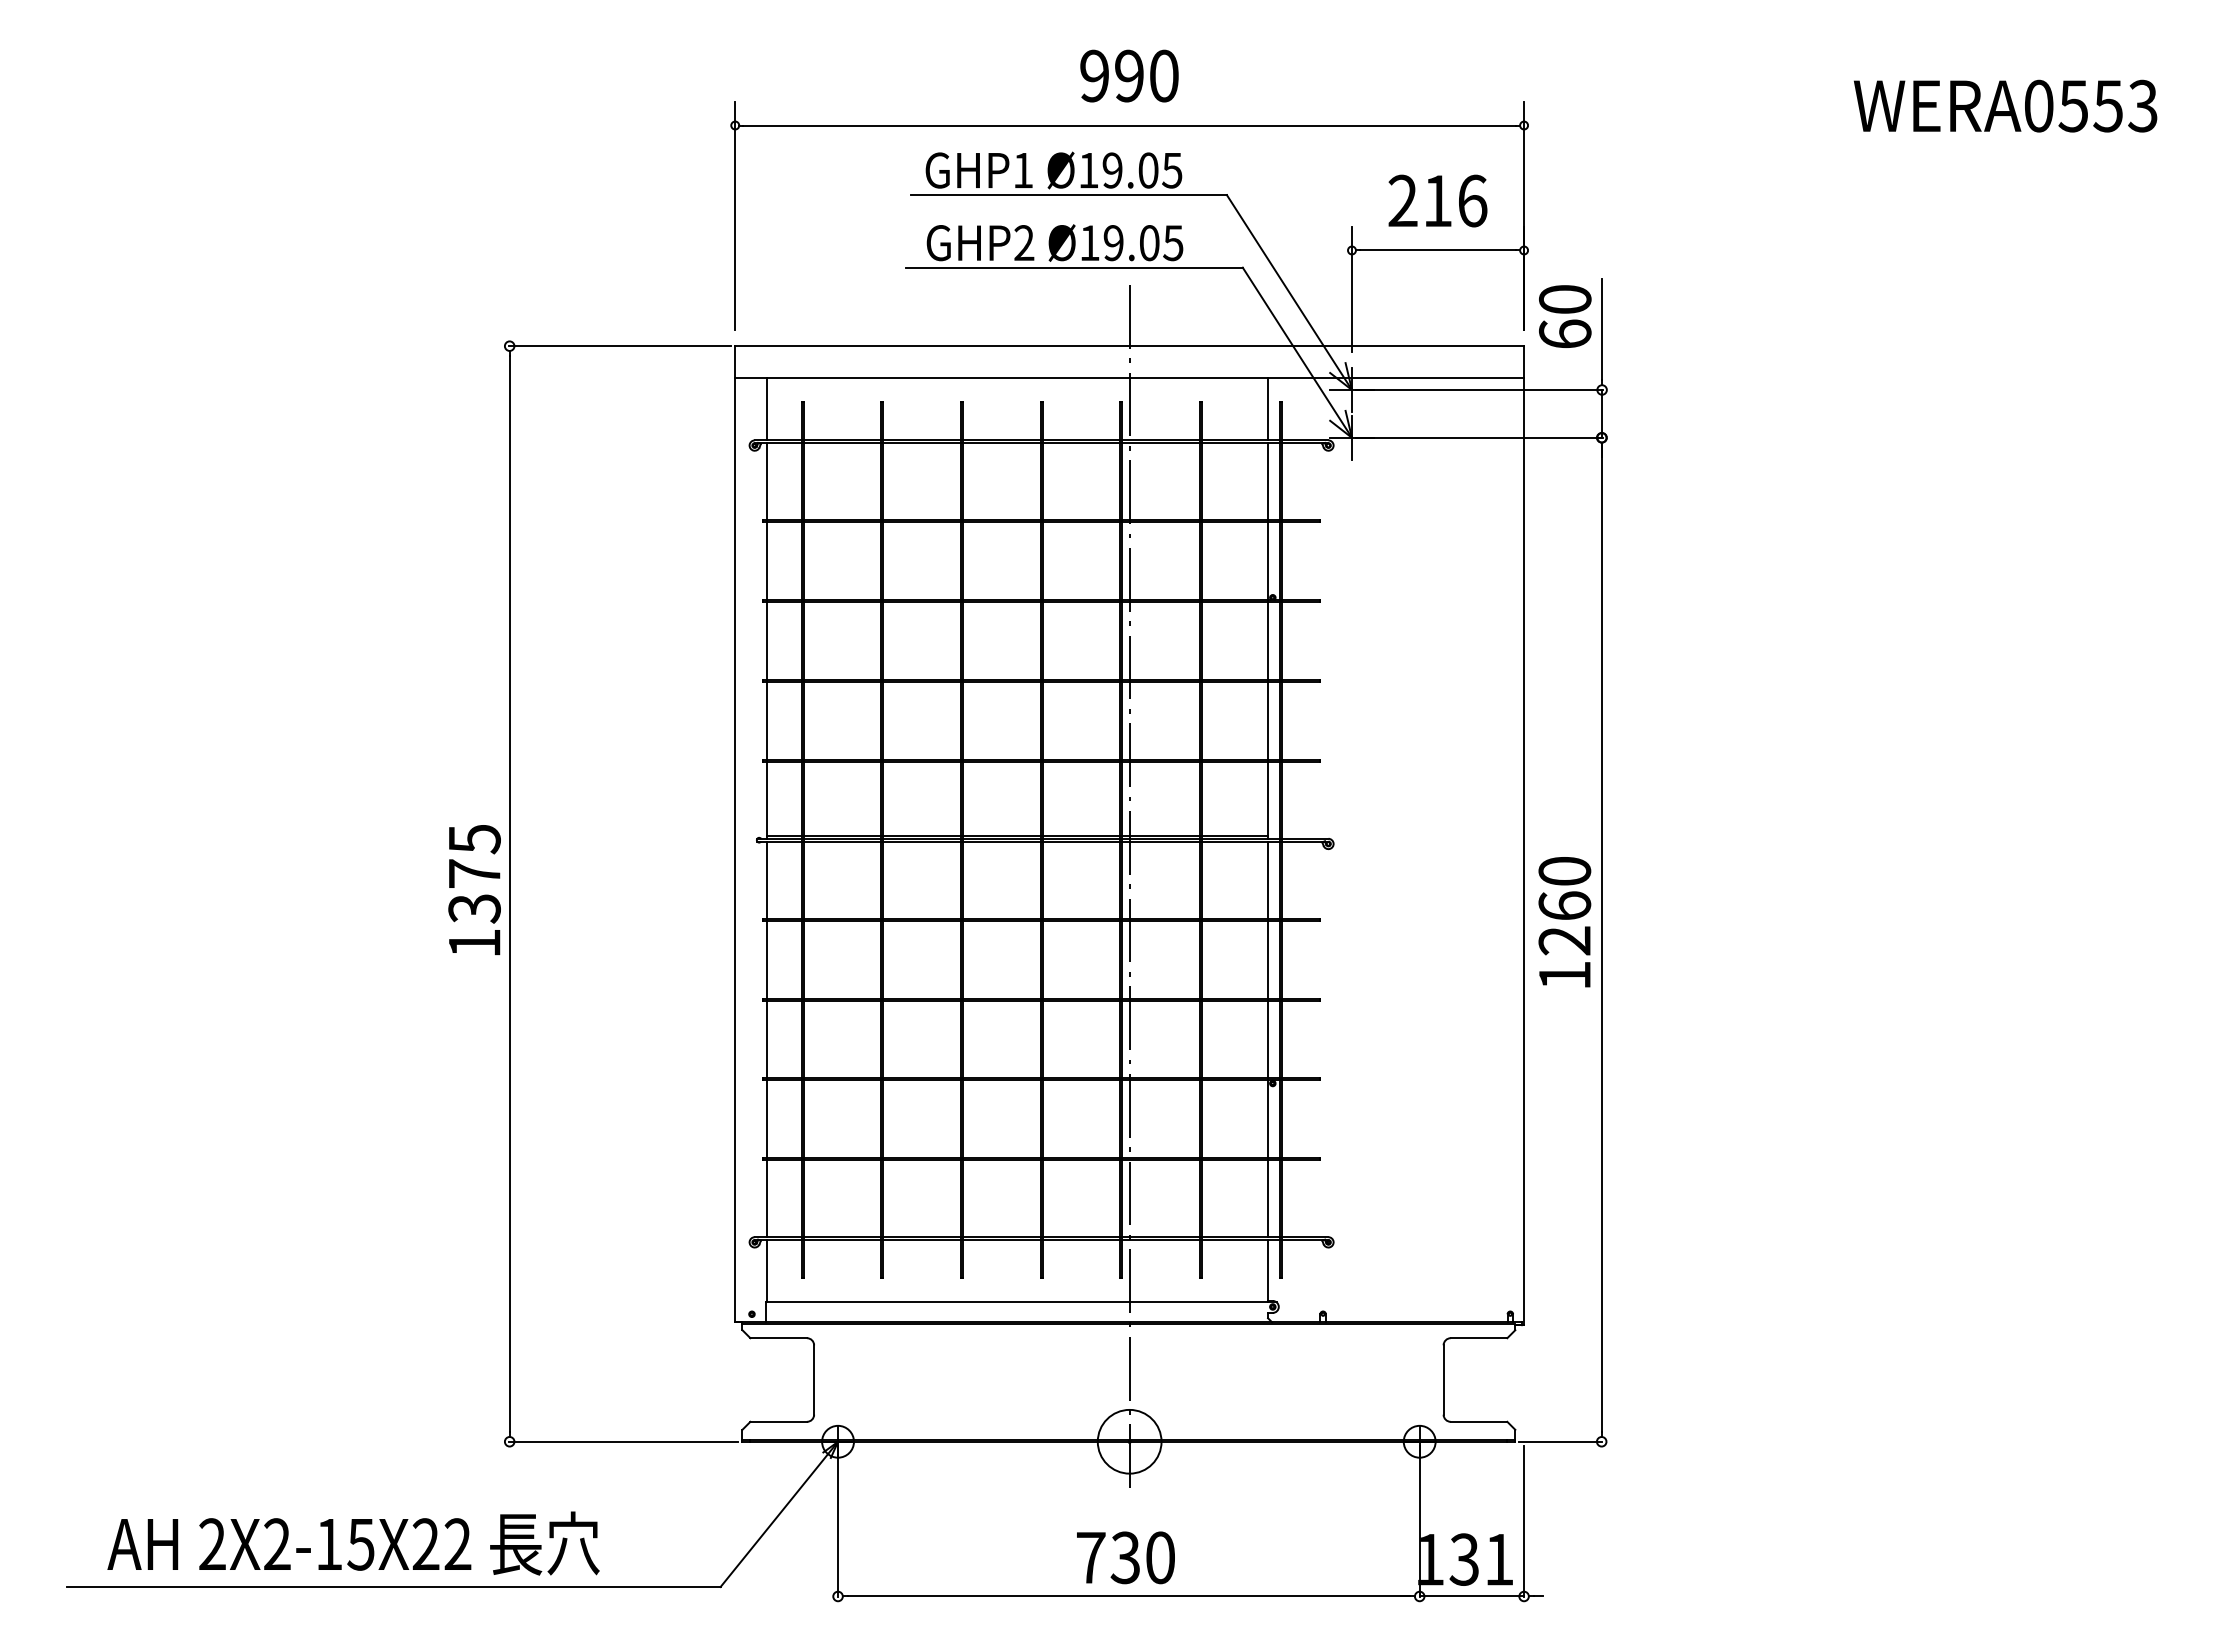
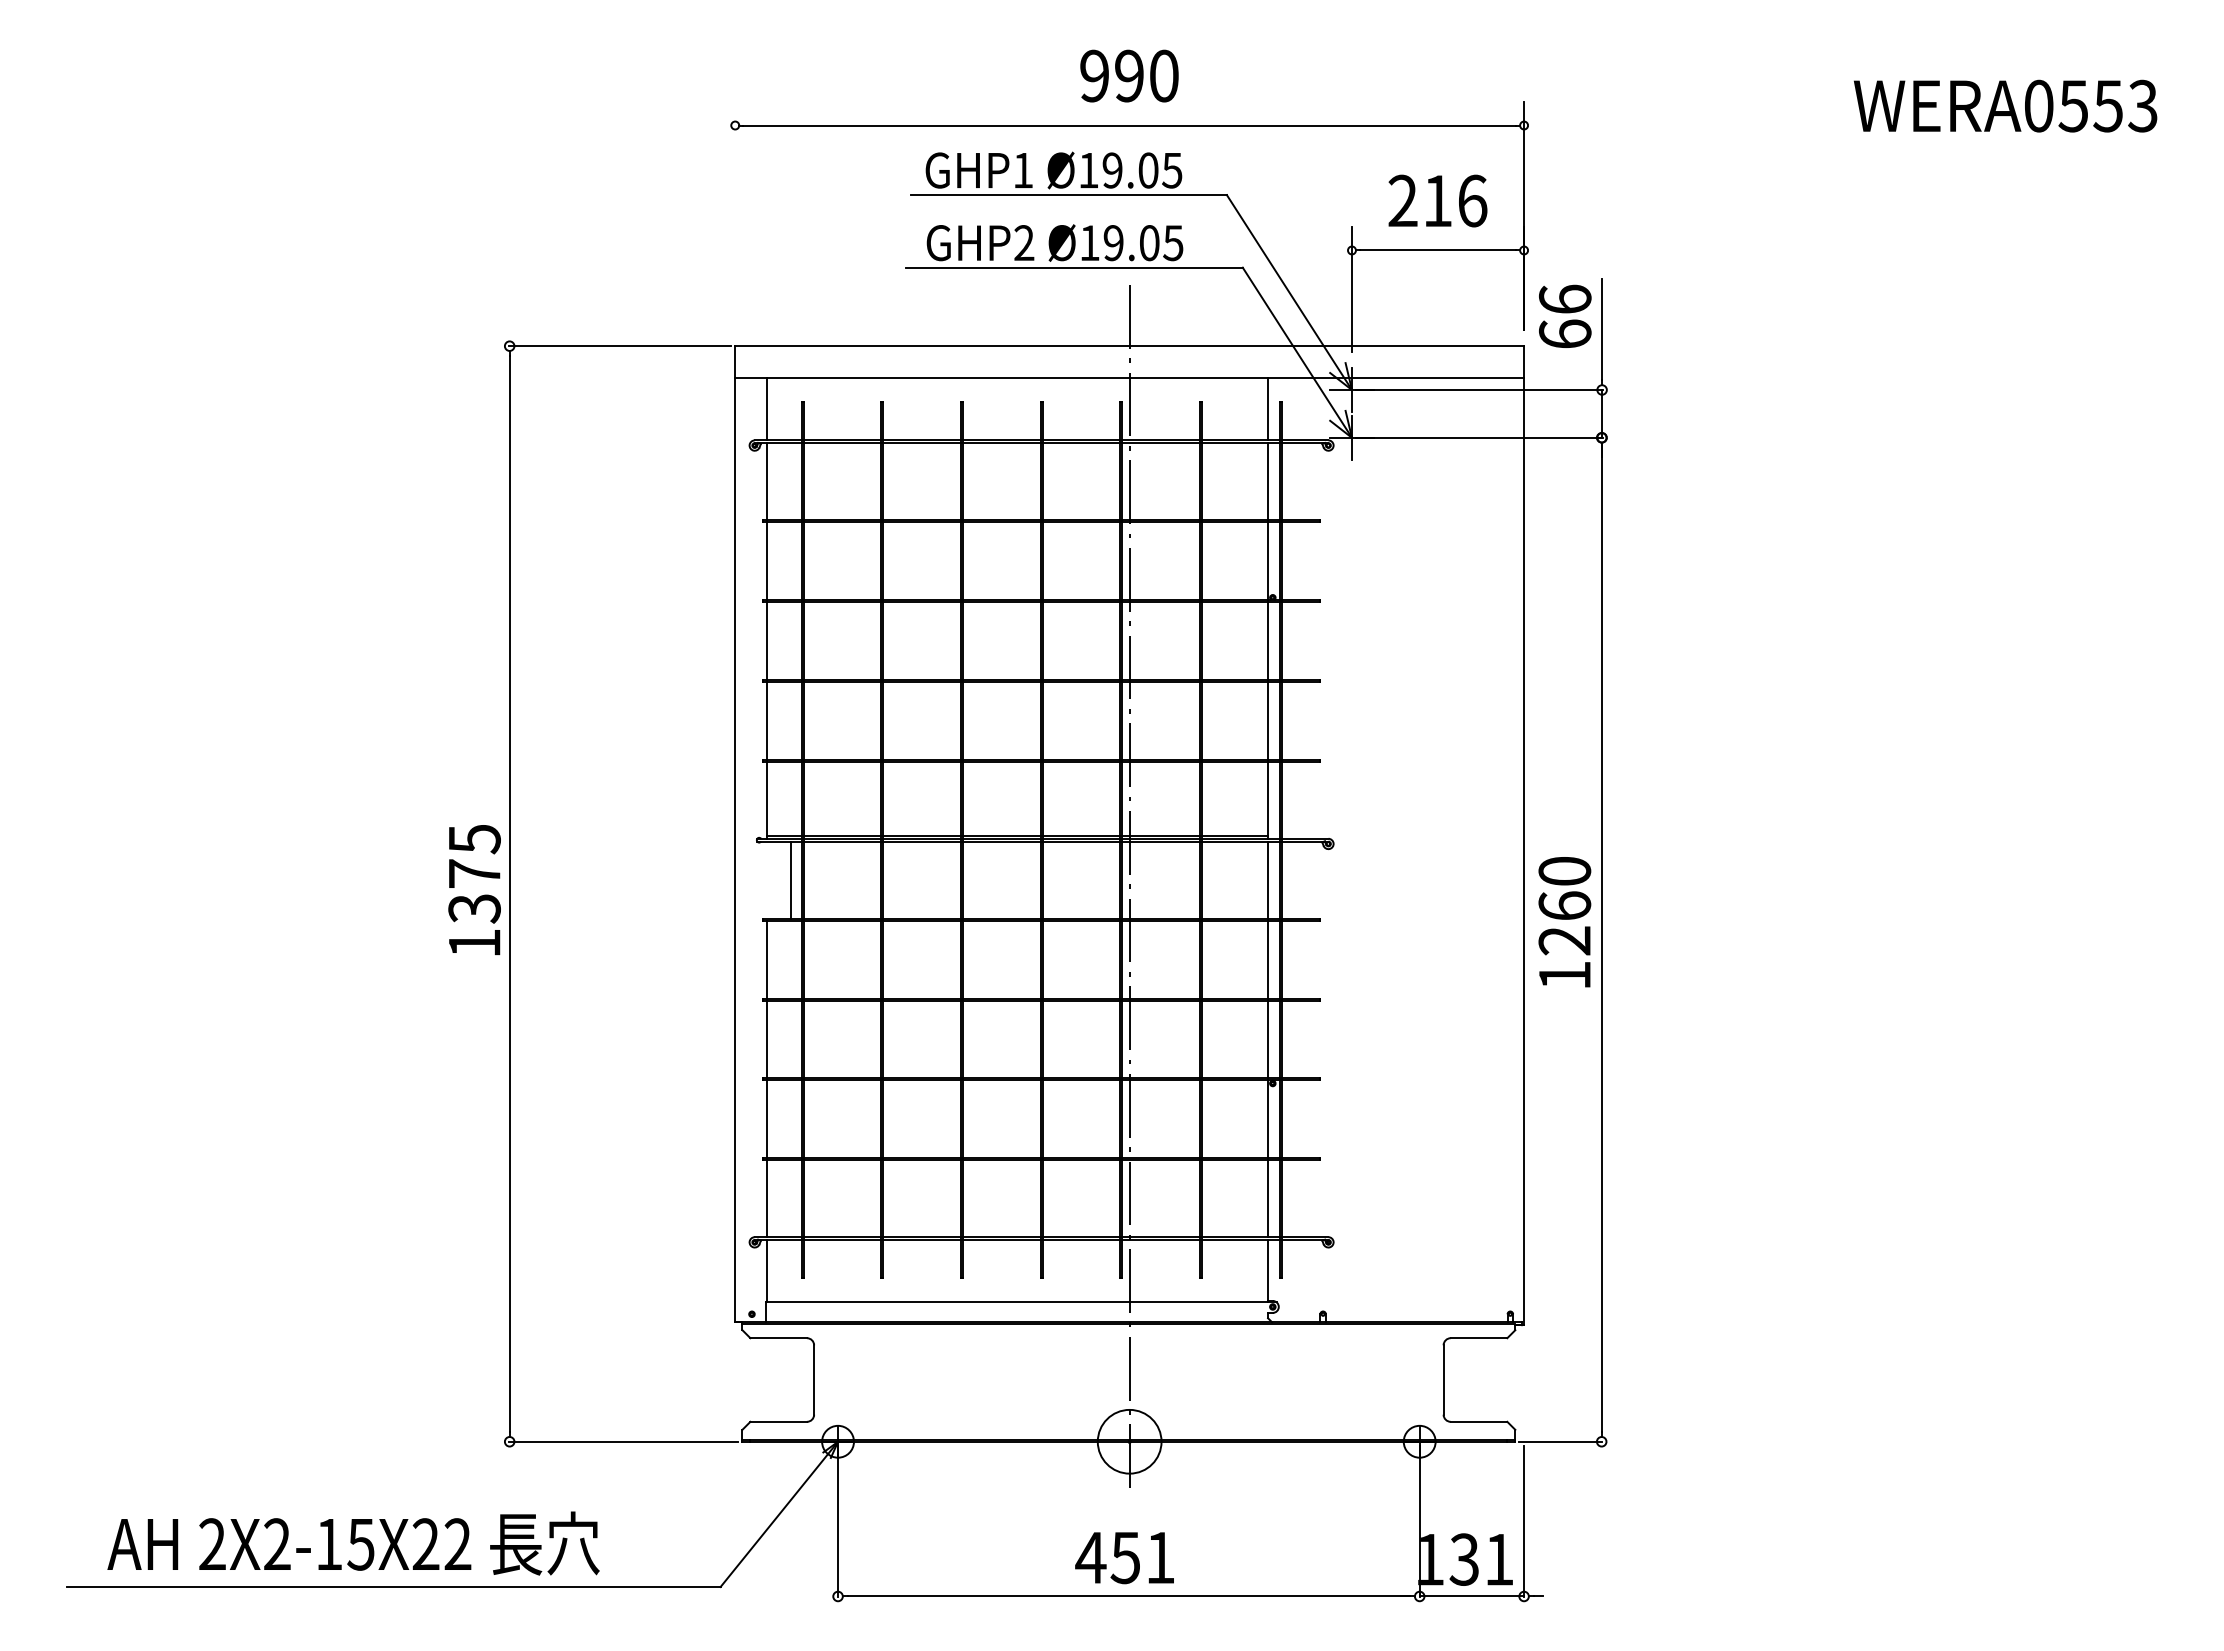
line at (735, 215): present -> none
text at (1565, 298): 60 -> 66
line at (767, 879) position: (767, 879) -> (791, 879)
text at (1124, 1557): 730 -> 451
